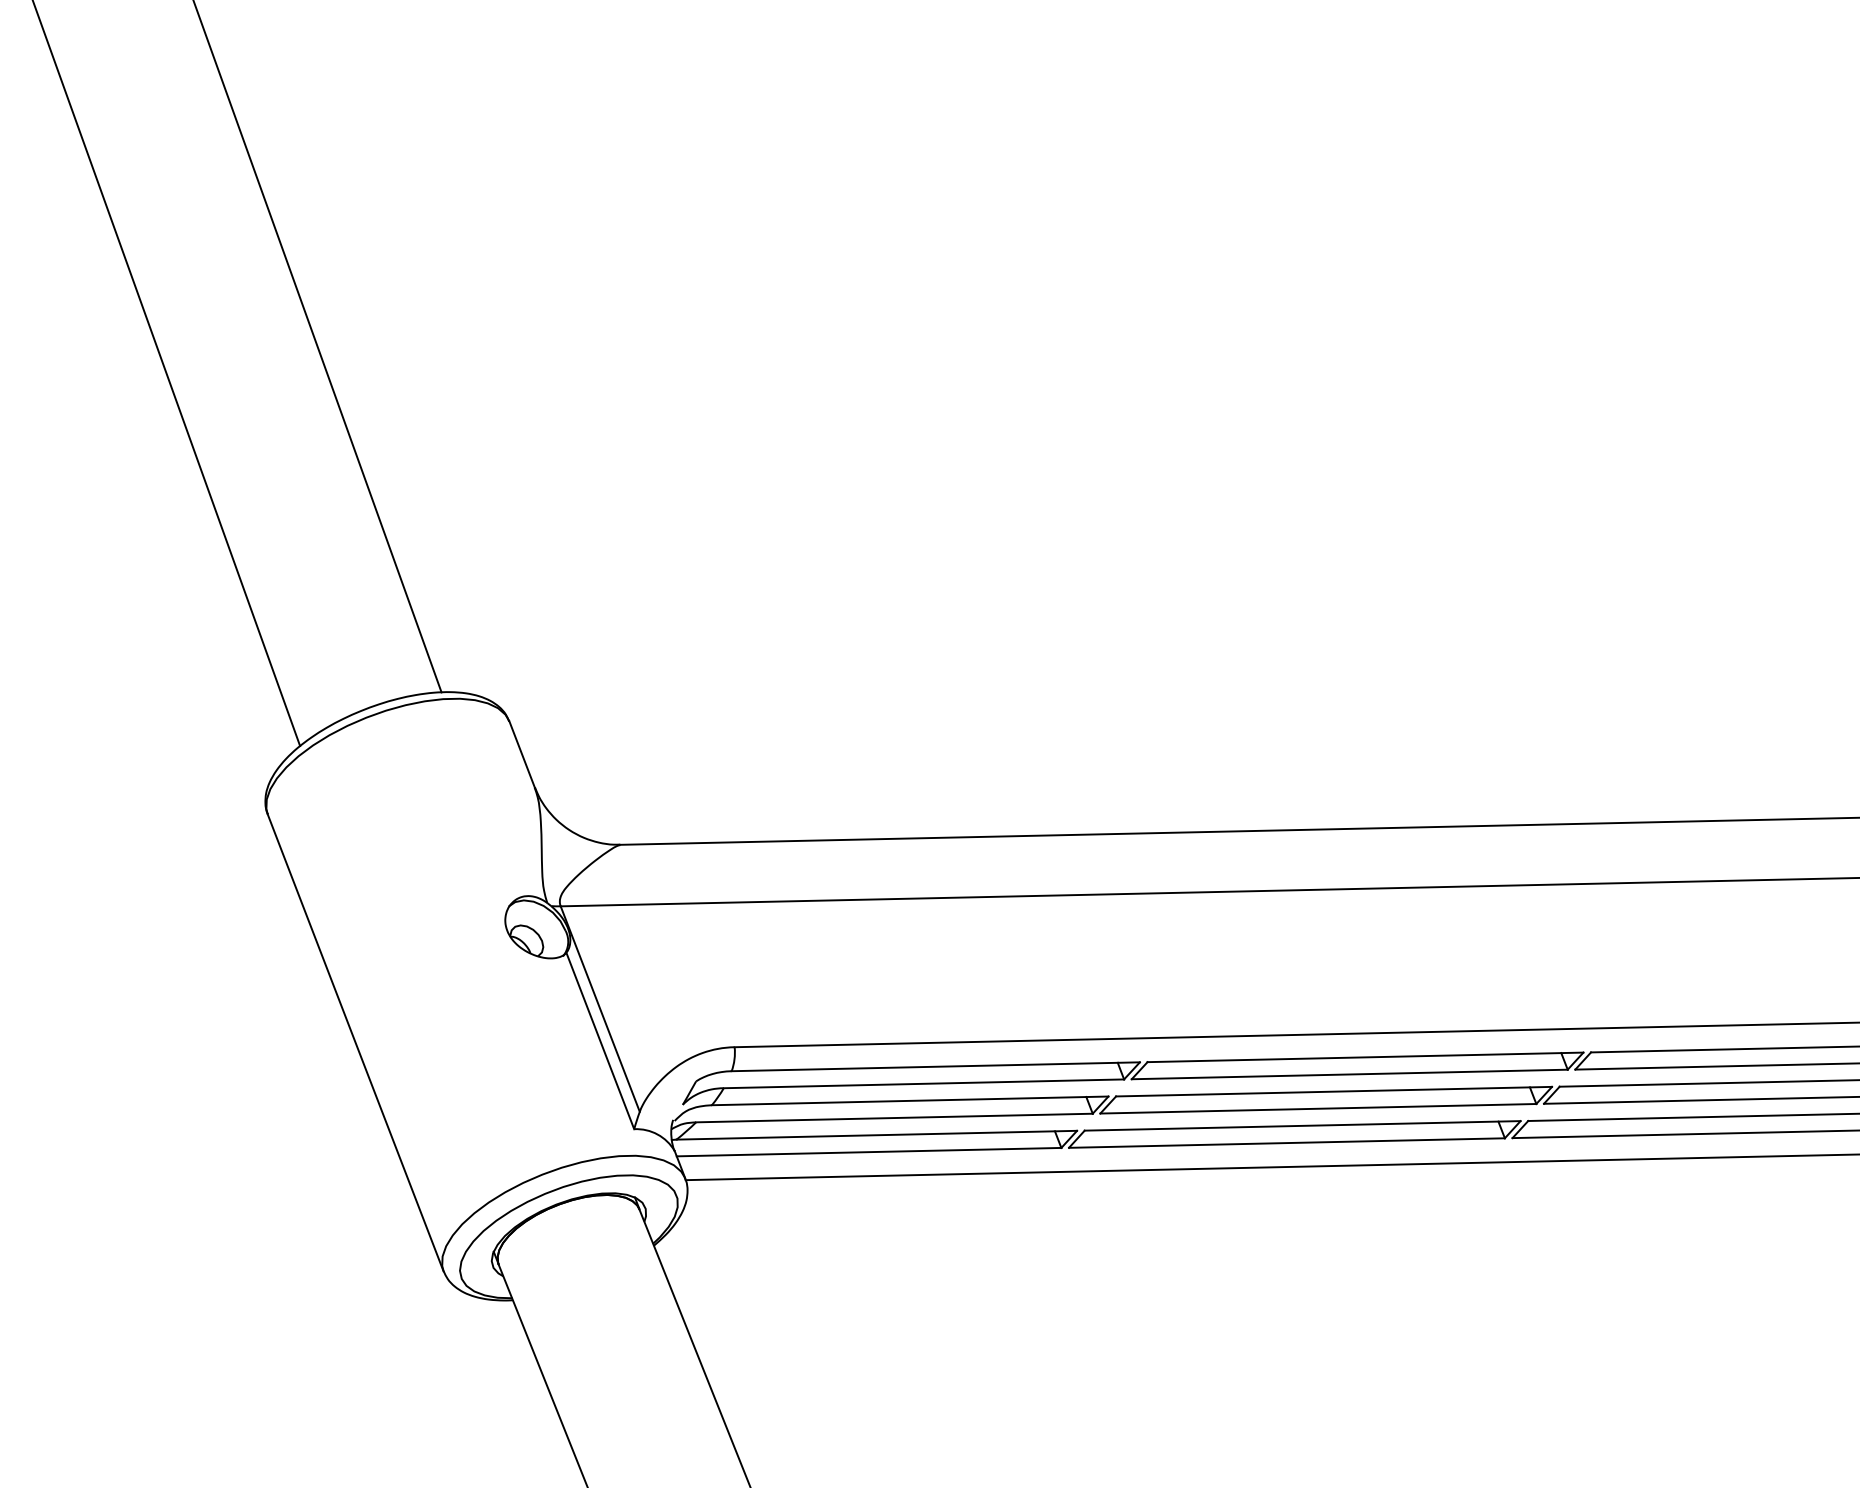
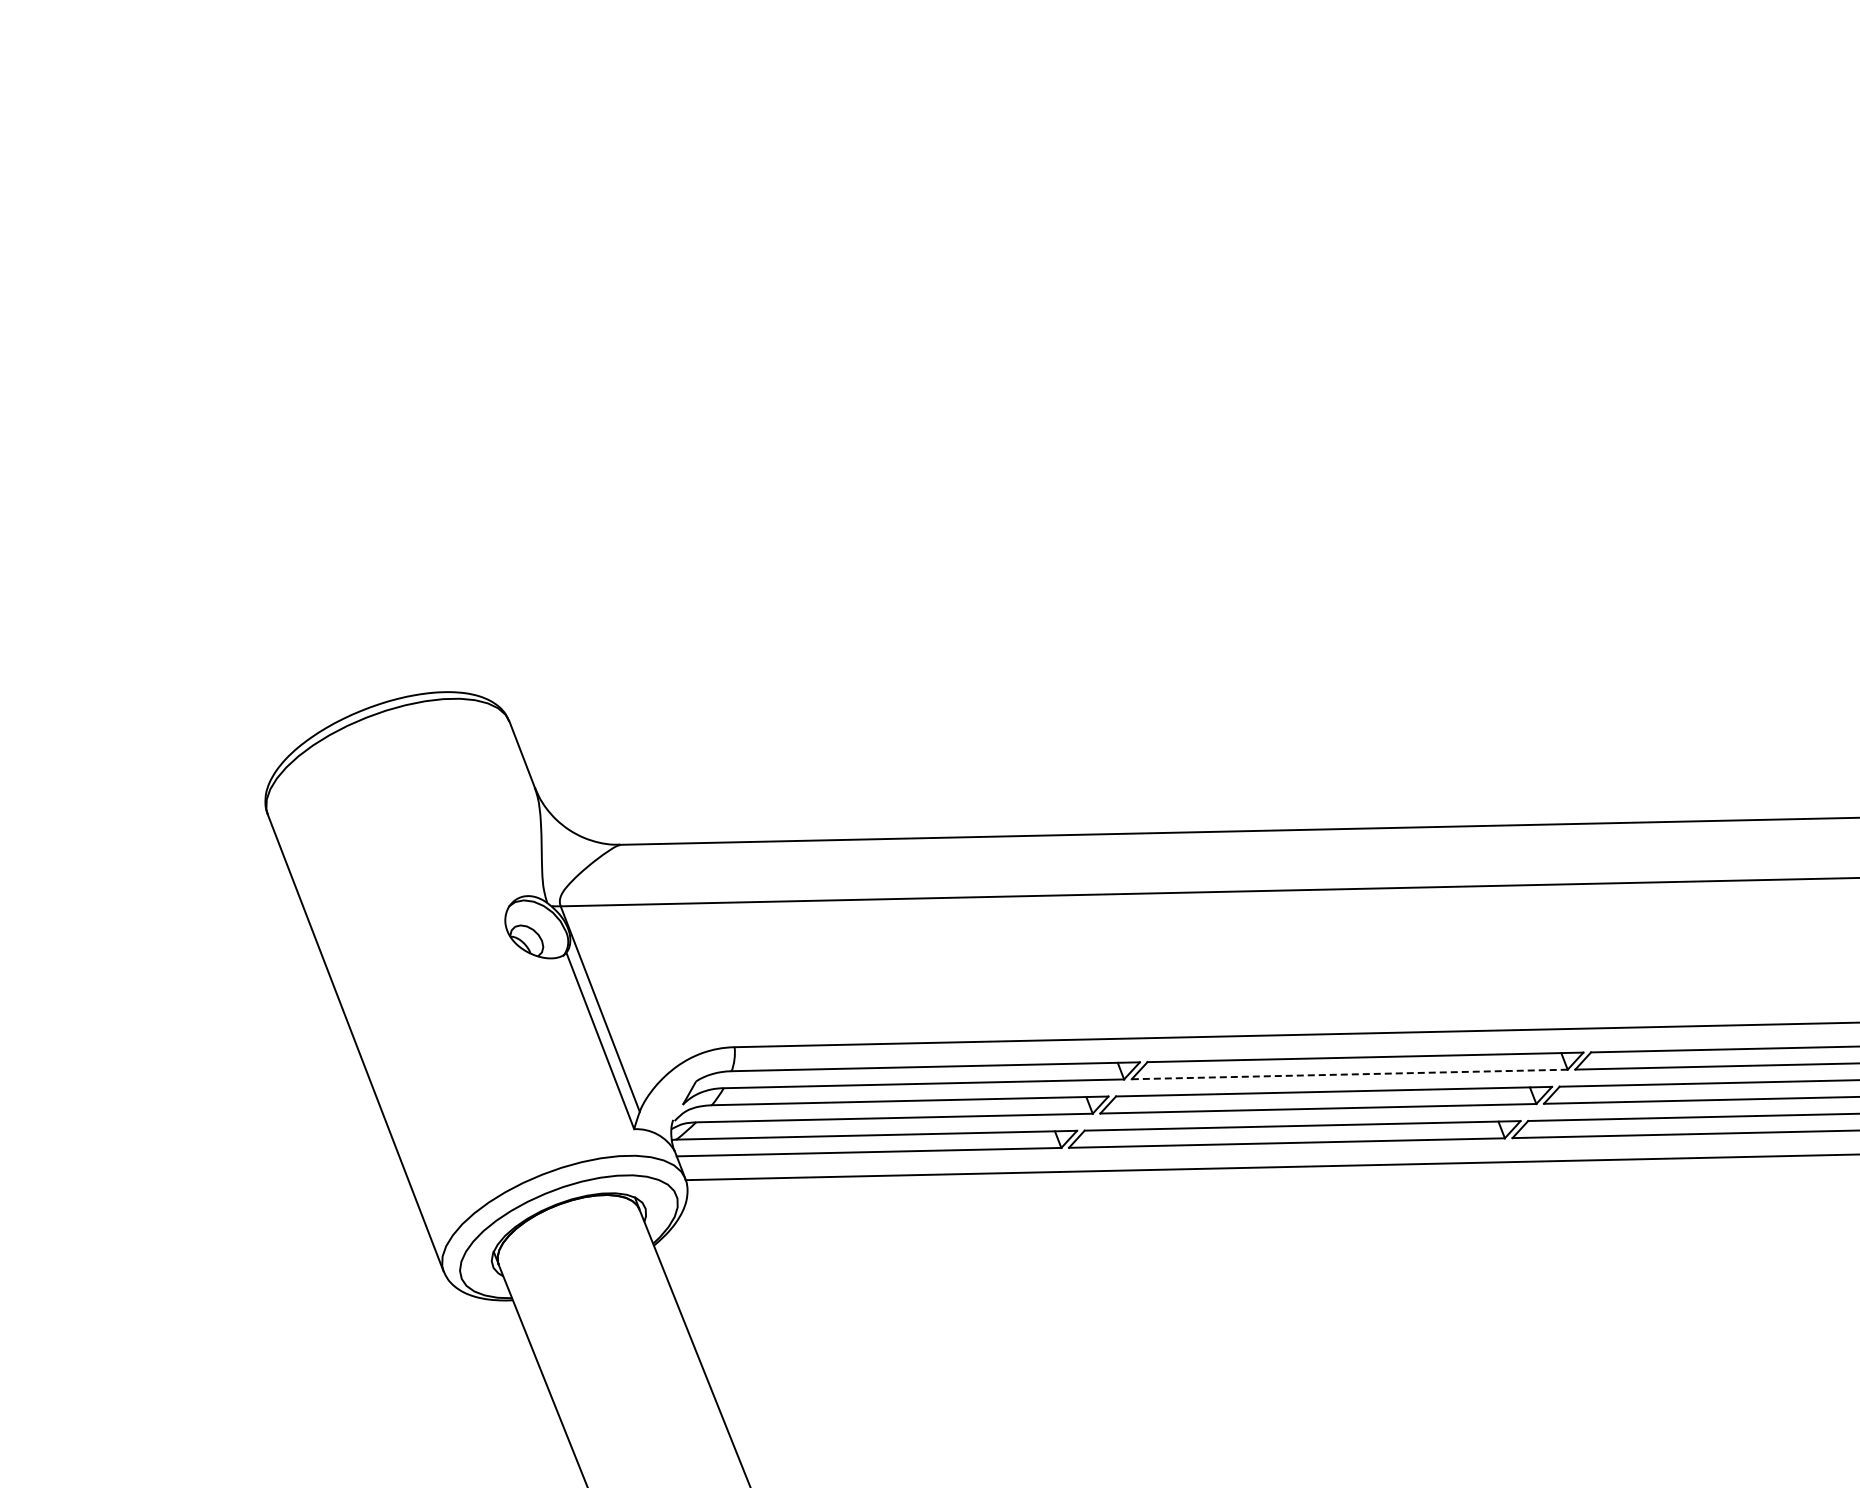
line at (317, 347): present -> none
line at (166, 374): present -> none
line at (1349, 1074): solid -> dashed
